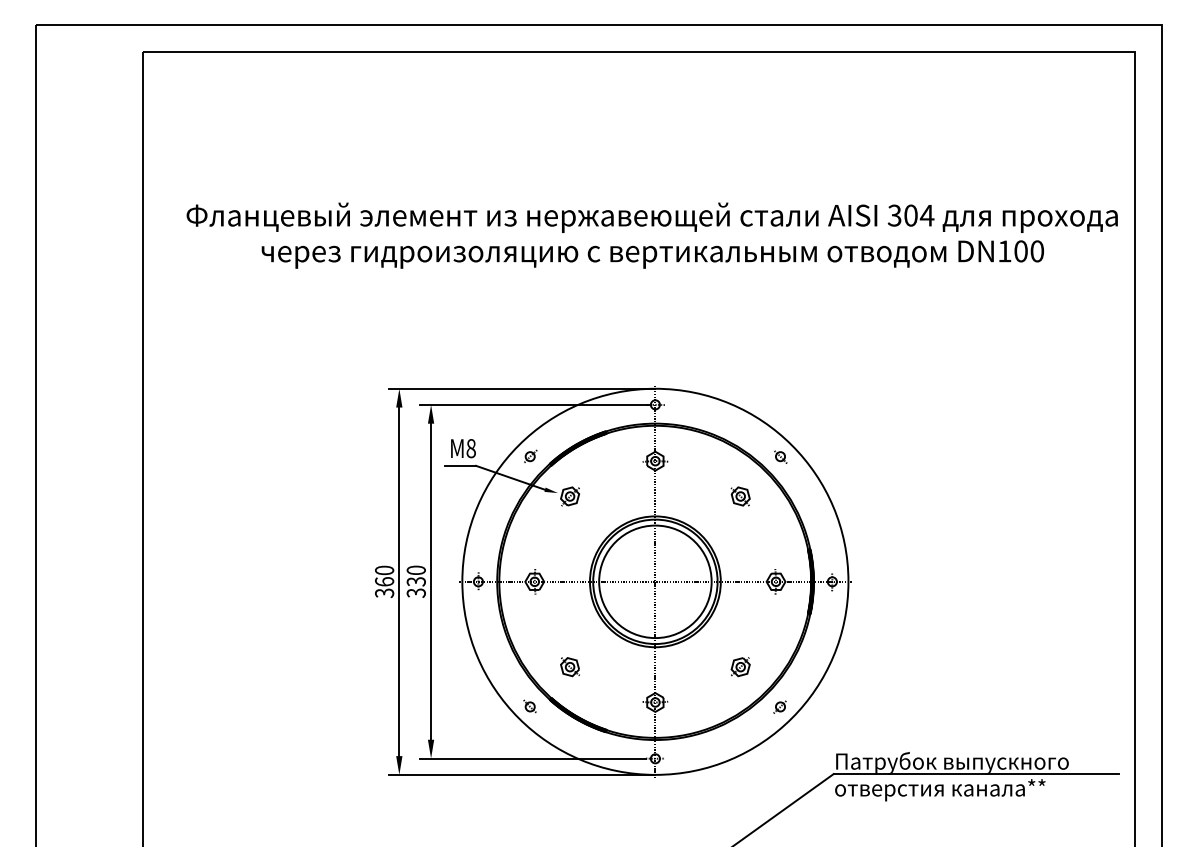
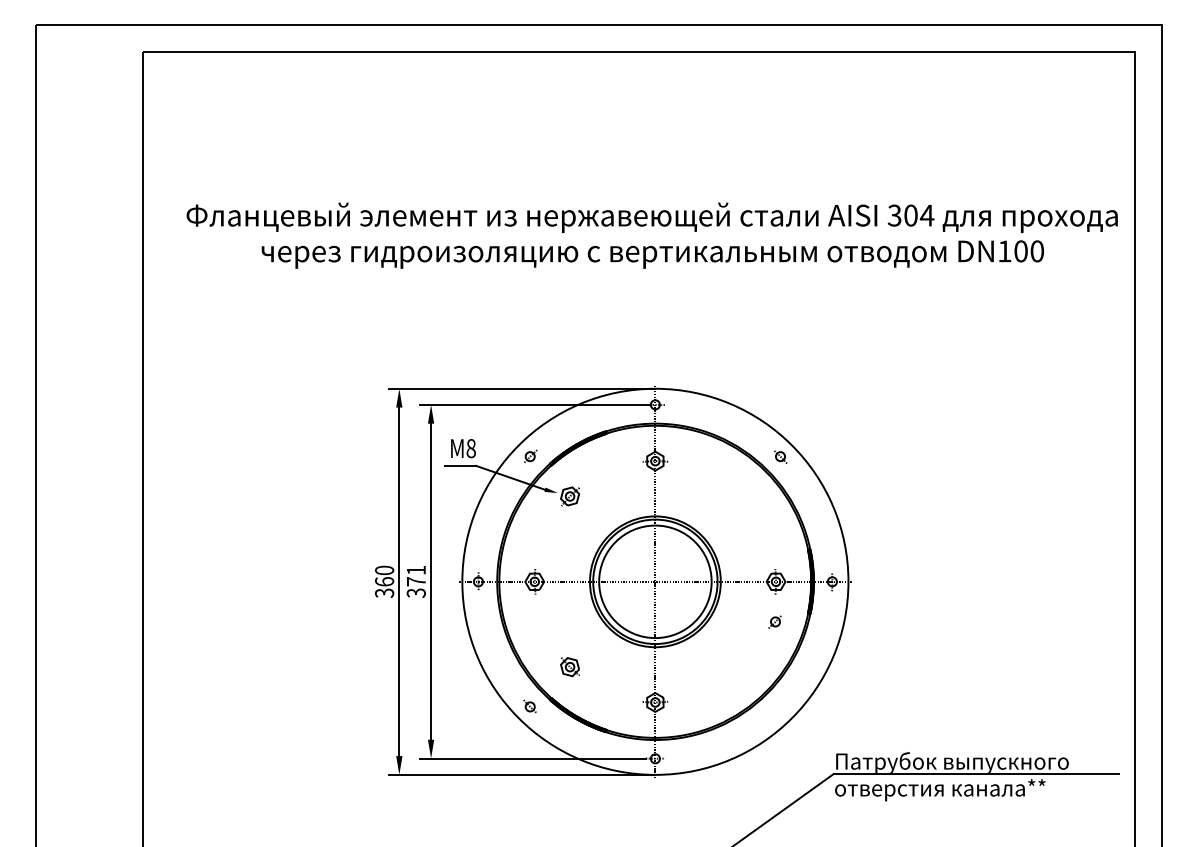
part at (740, 496): present -> none
text at (415, 575): 330 -> 371
part at (740, 667): present -> none
part at (779, 706) position: (779, 706) -> (774, 621)
